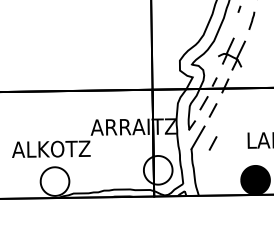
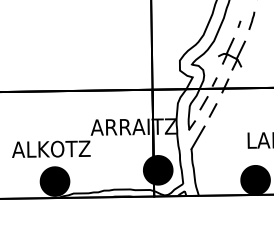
line at (239, 8) position: (239, 8) -> (239, 23)
line at (212, 143): present -> none
fill at (157, 169): none -> present
fill at (54, 181): none -> present
